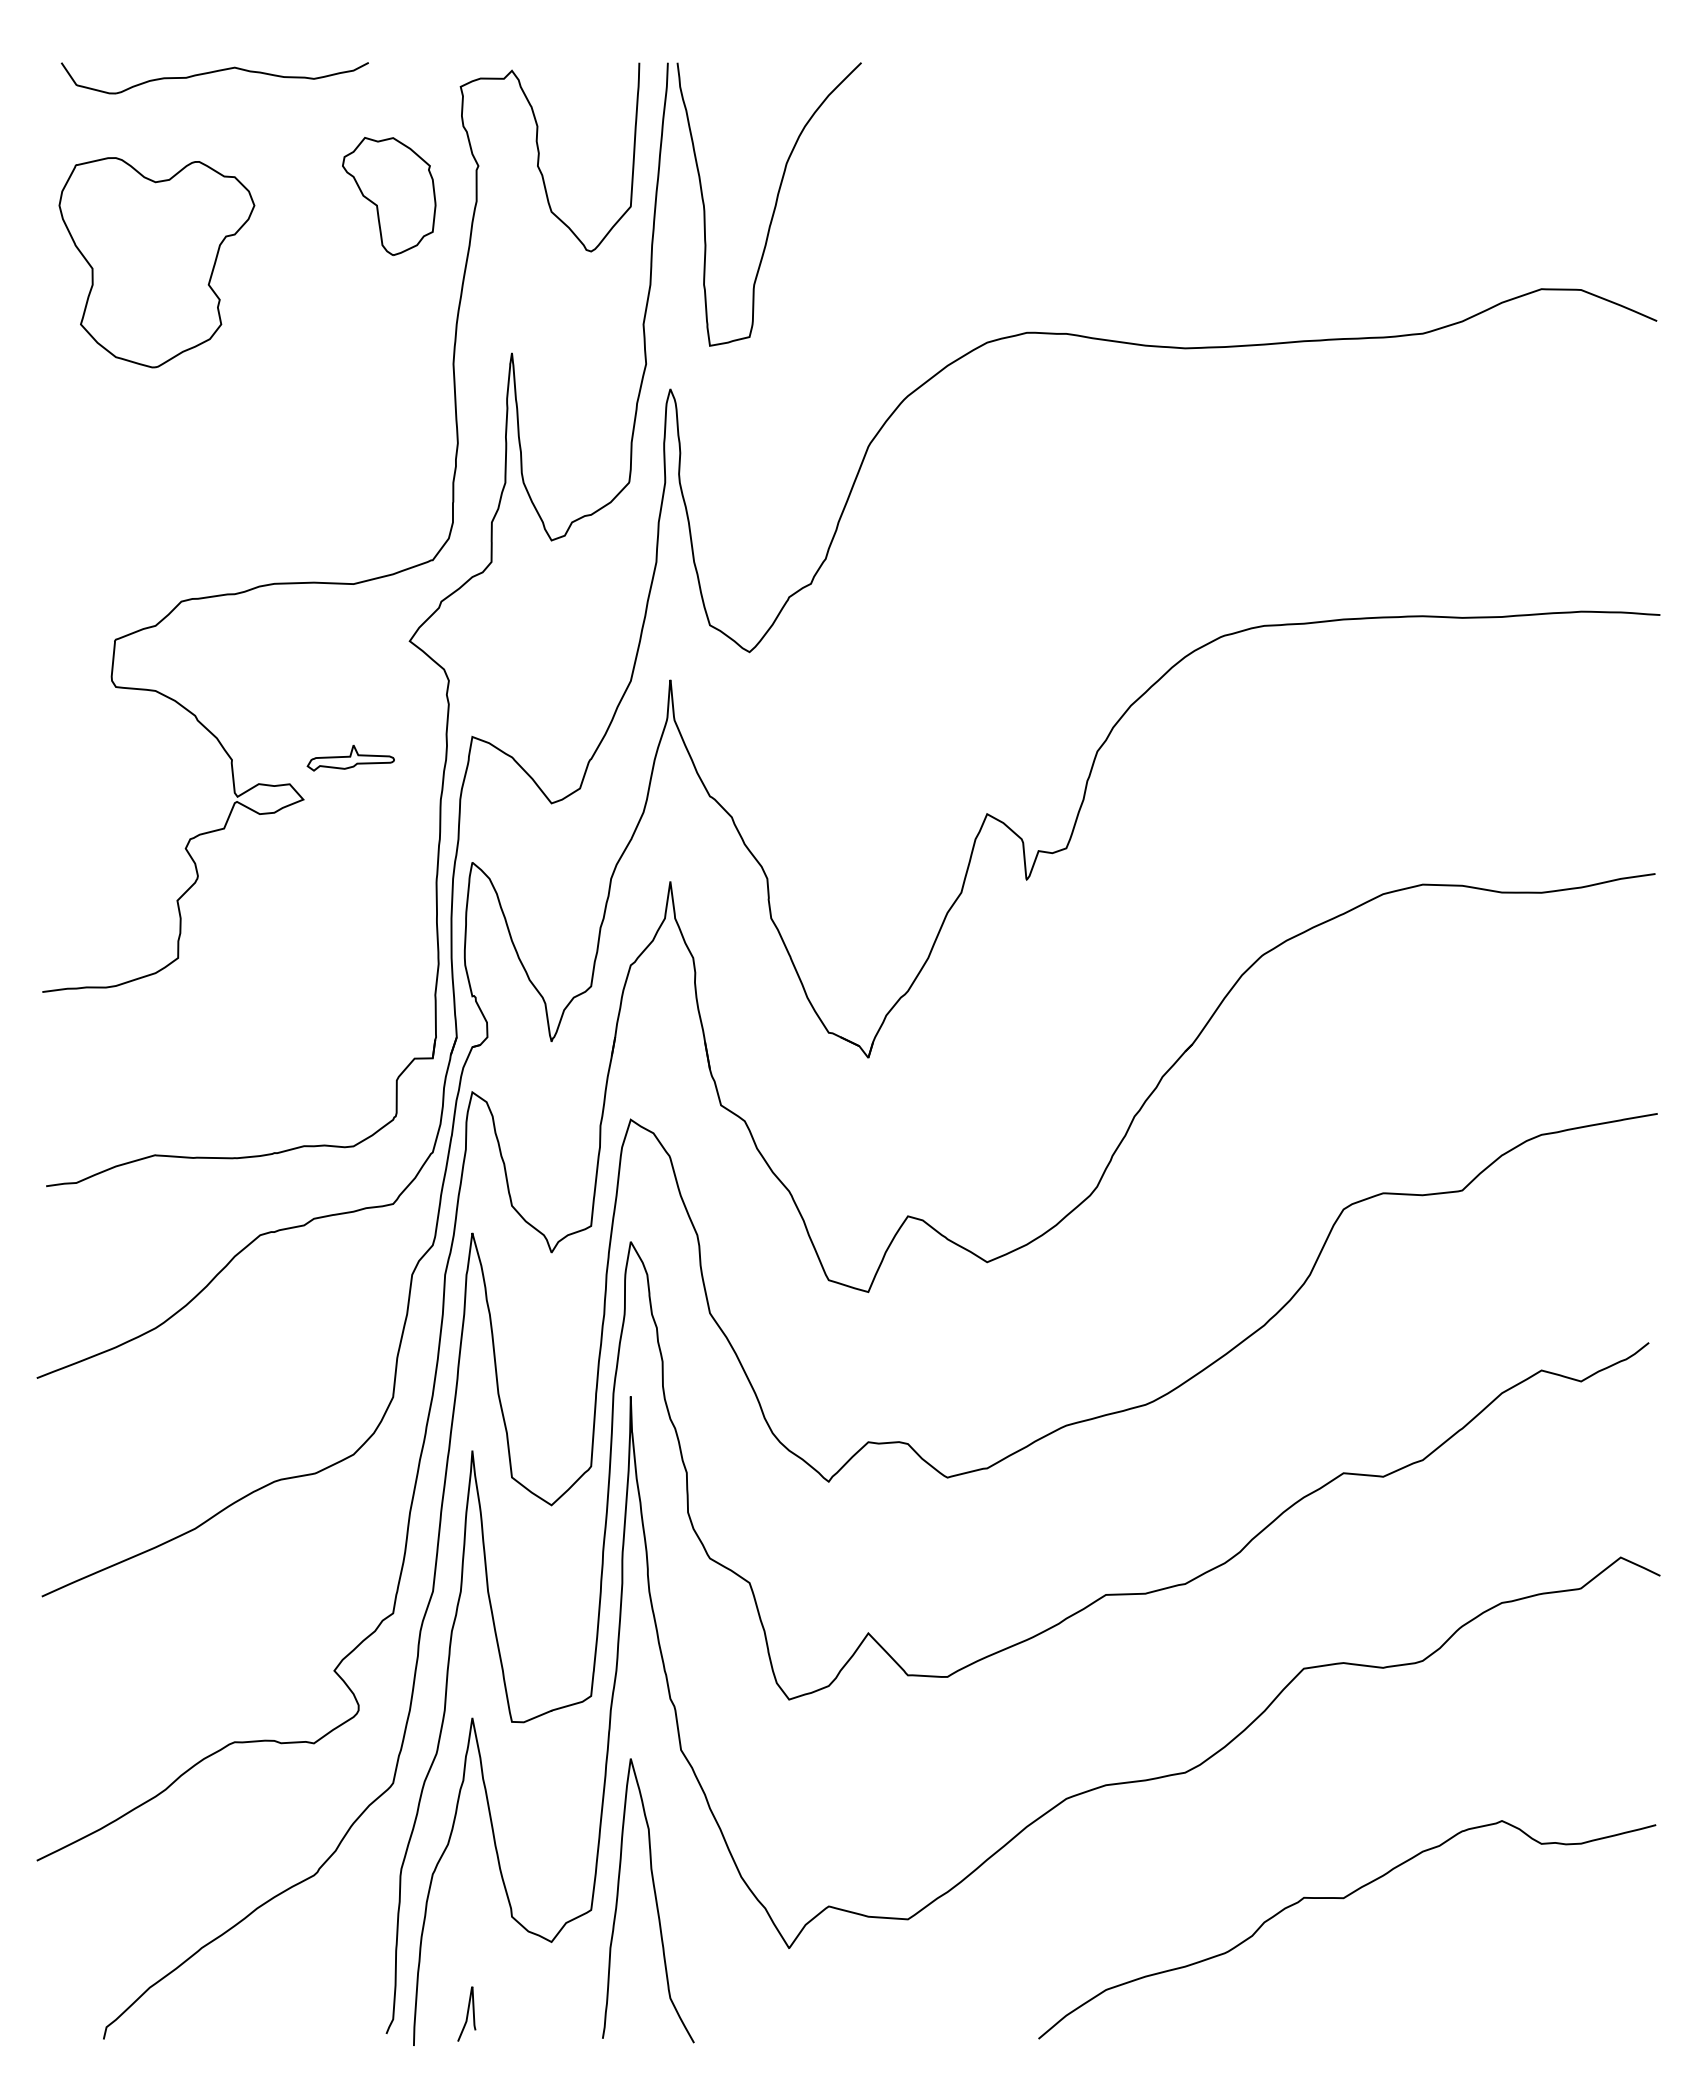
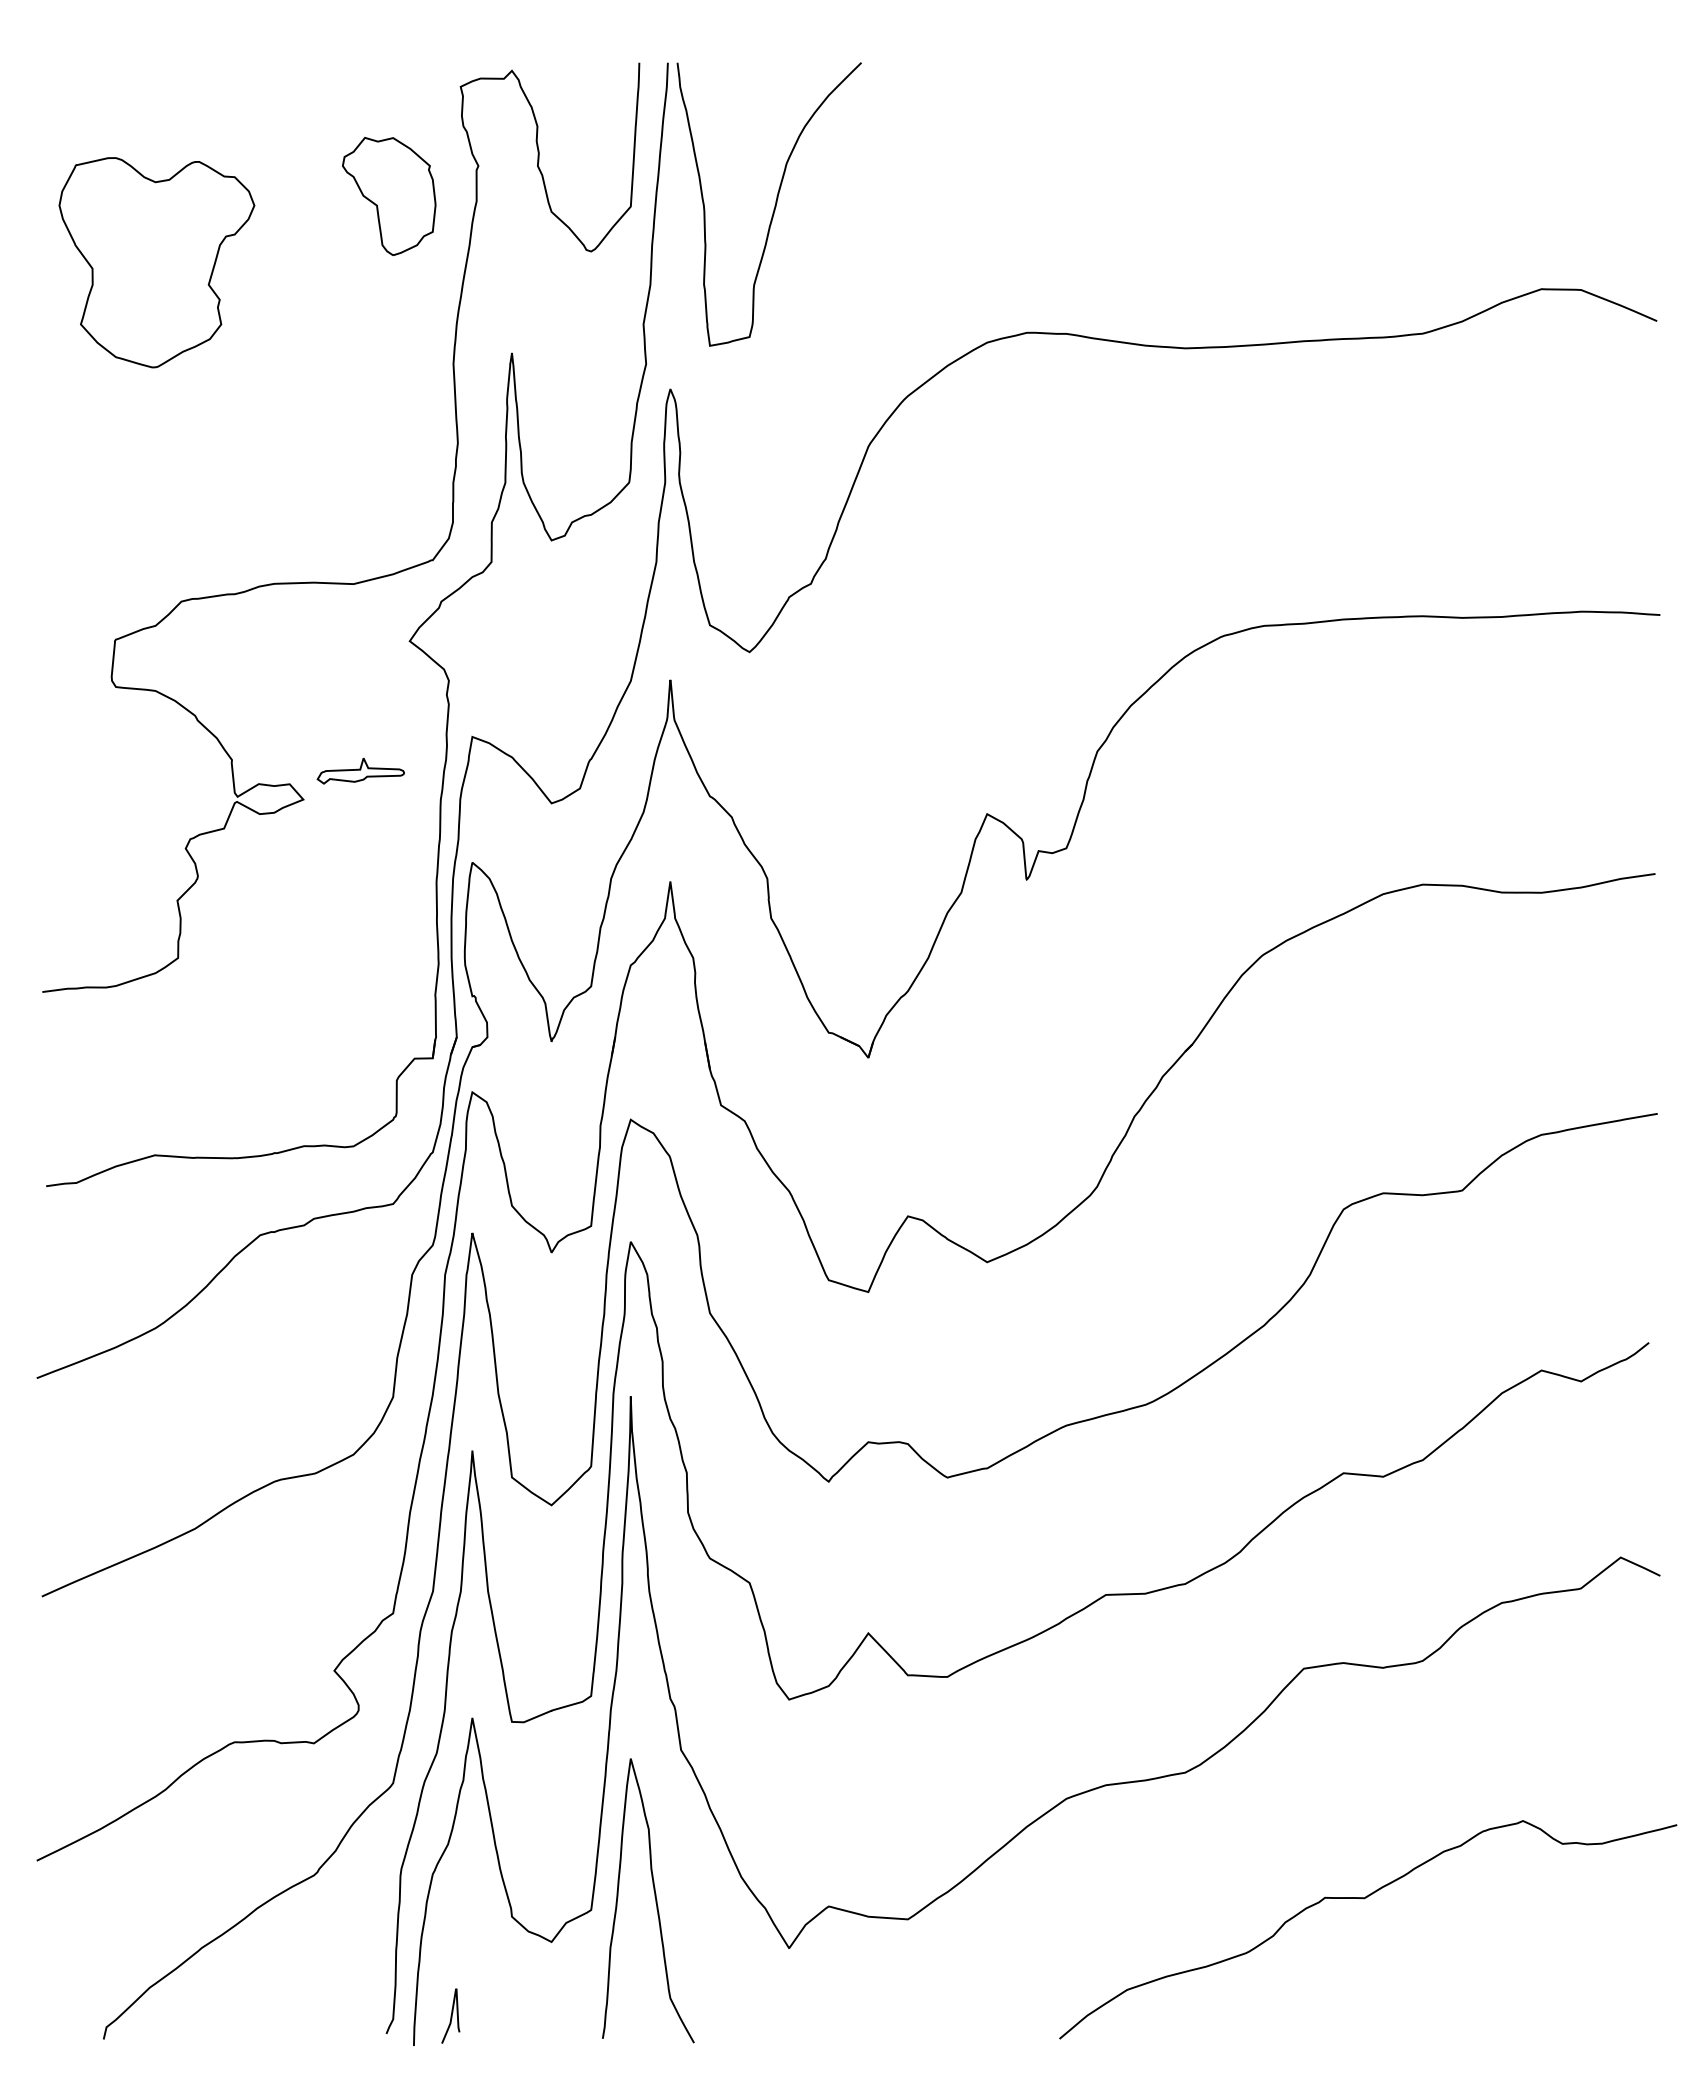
part at (214, 78): present -> none
part at (350, 758) position: (350, 758) -> (360, 771)
curve at (1343, 1899) position: (1343, 1899) -> (1364, 1899)
curve at (466, 2013) position: (466, 2013) -> (450, 2015)
